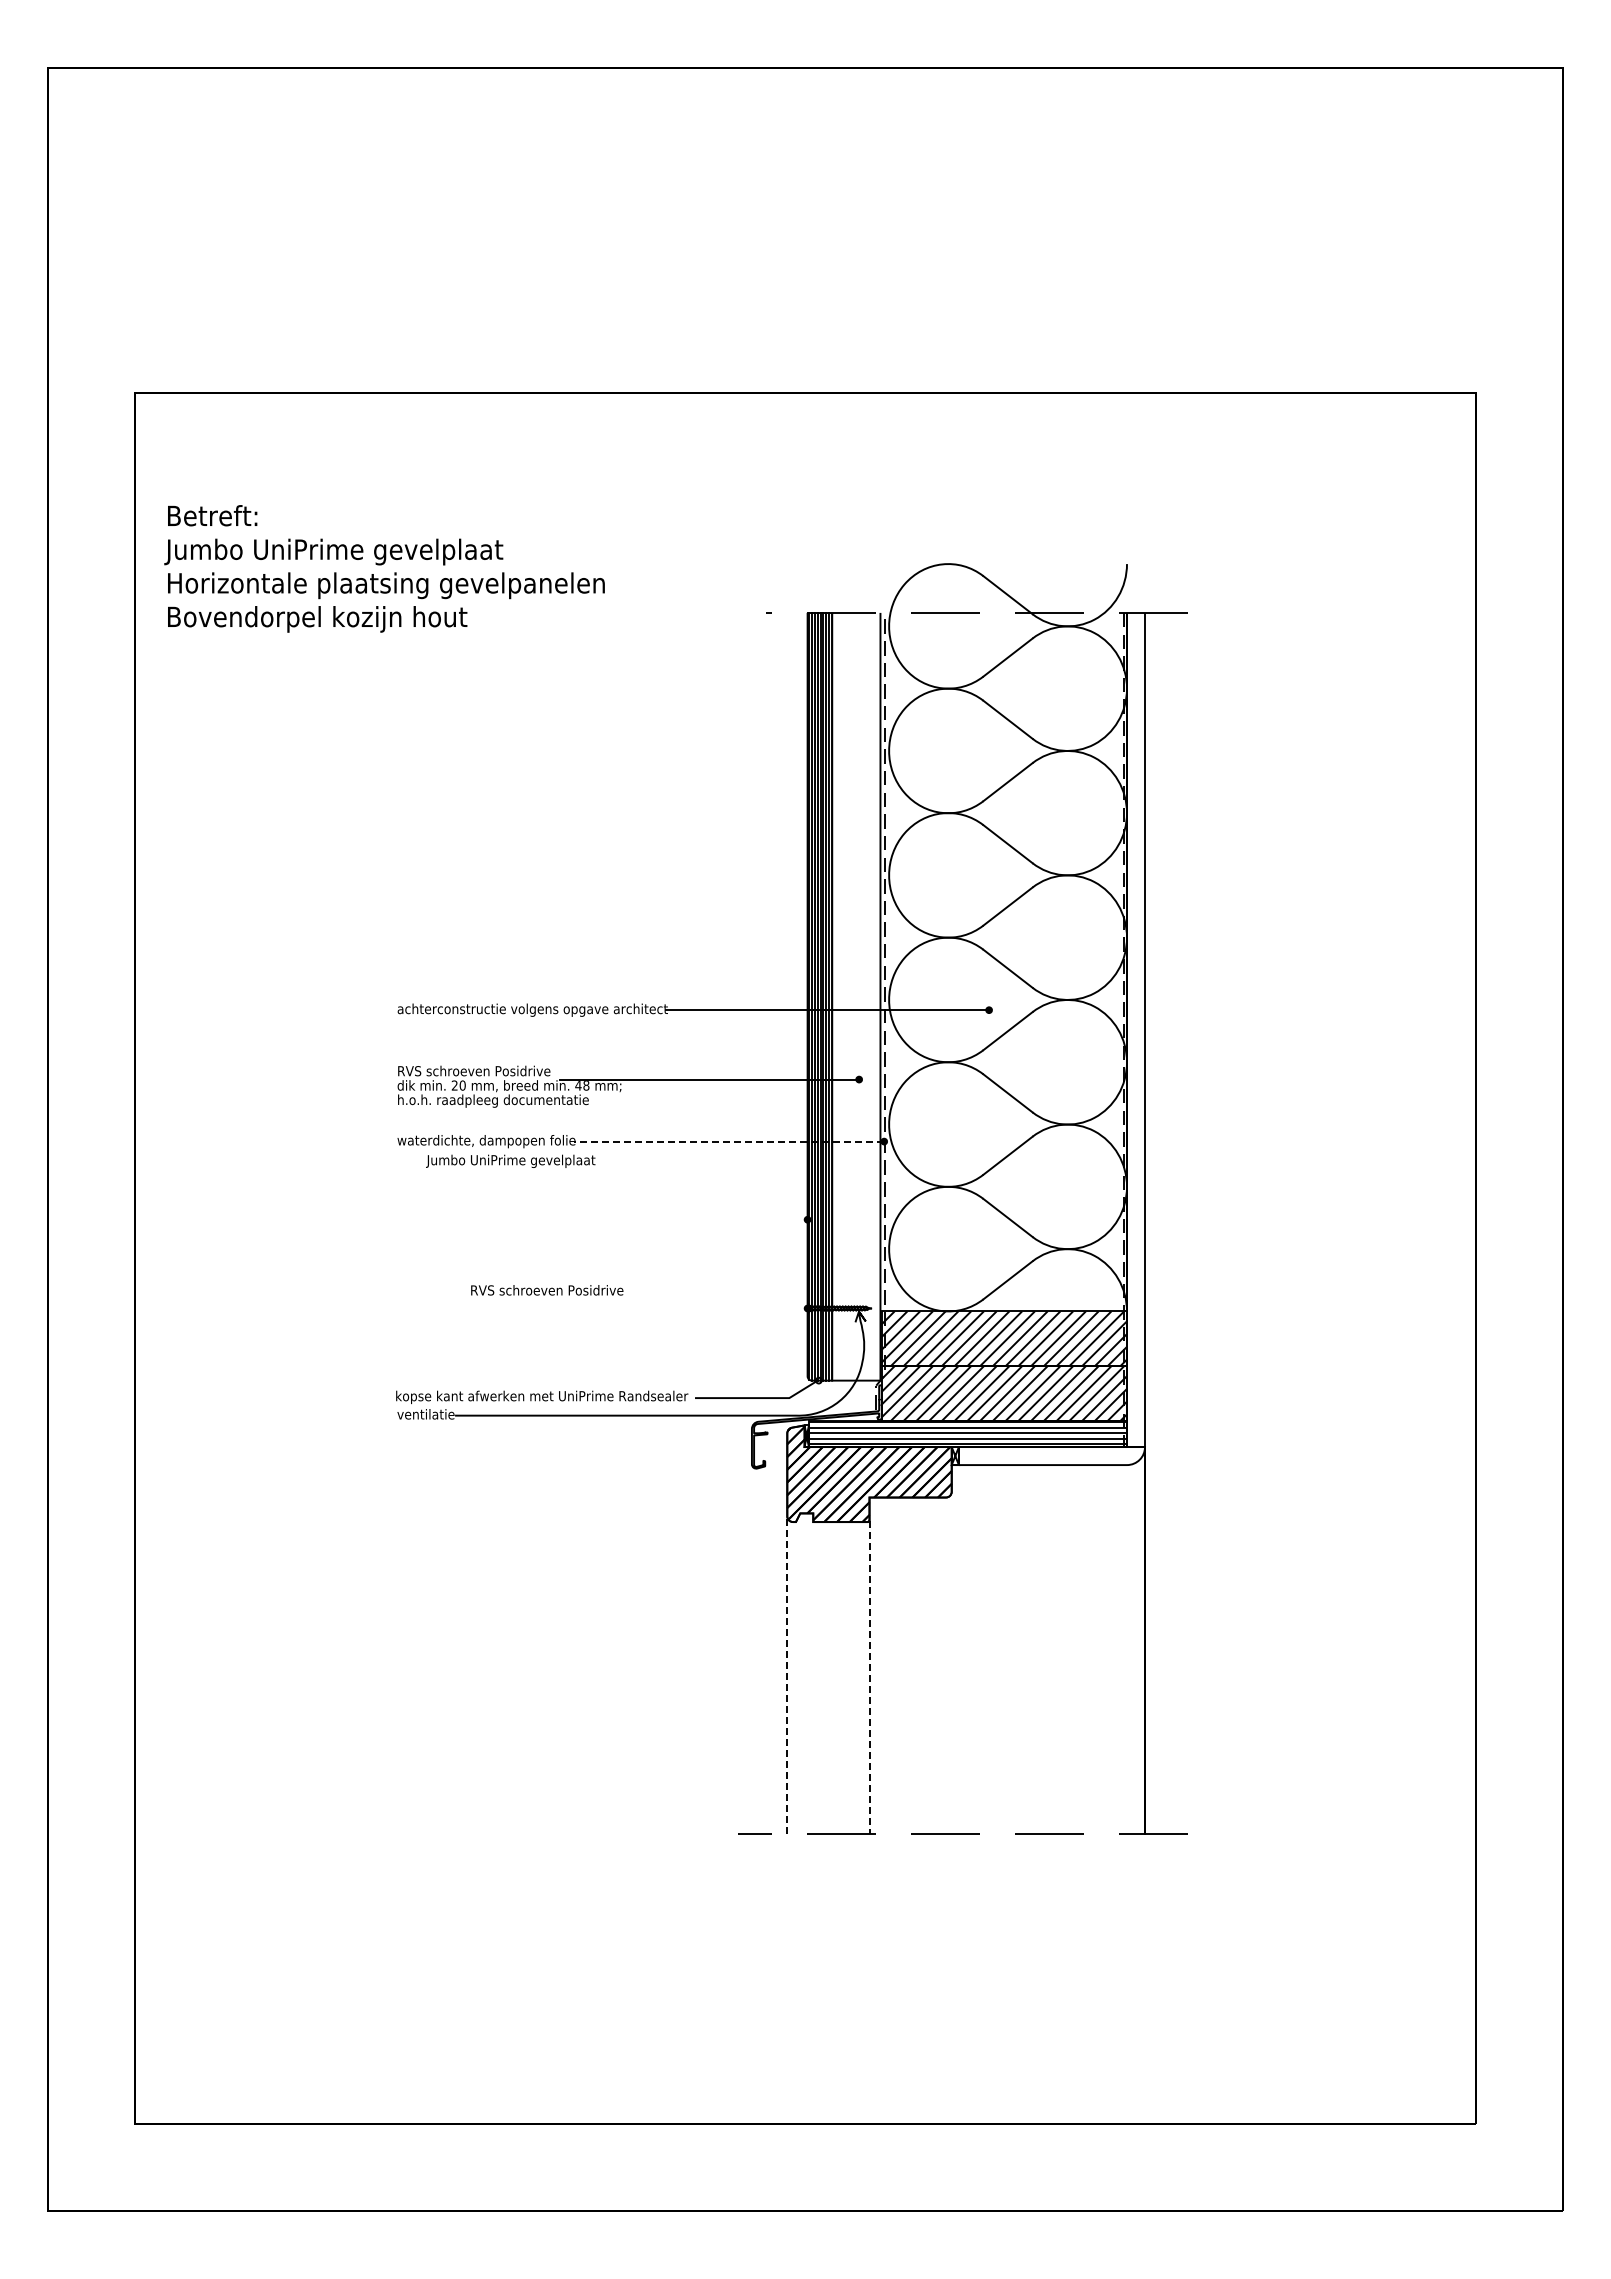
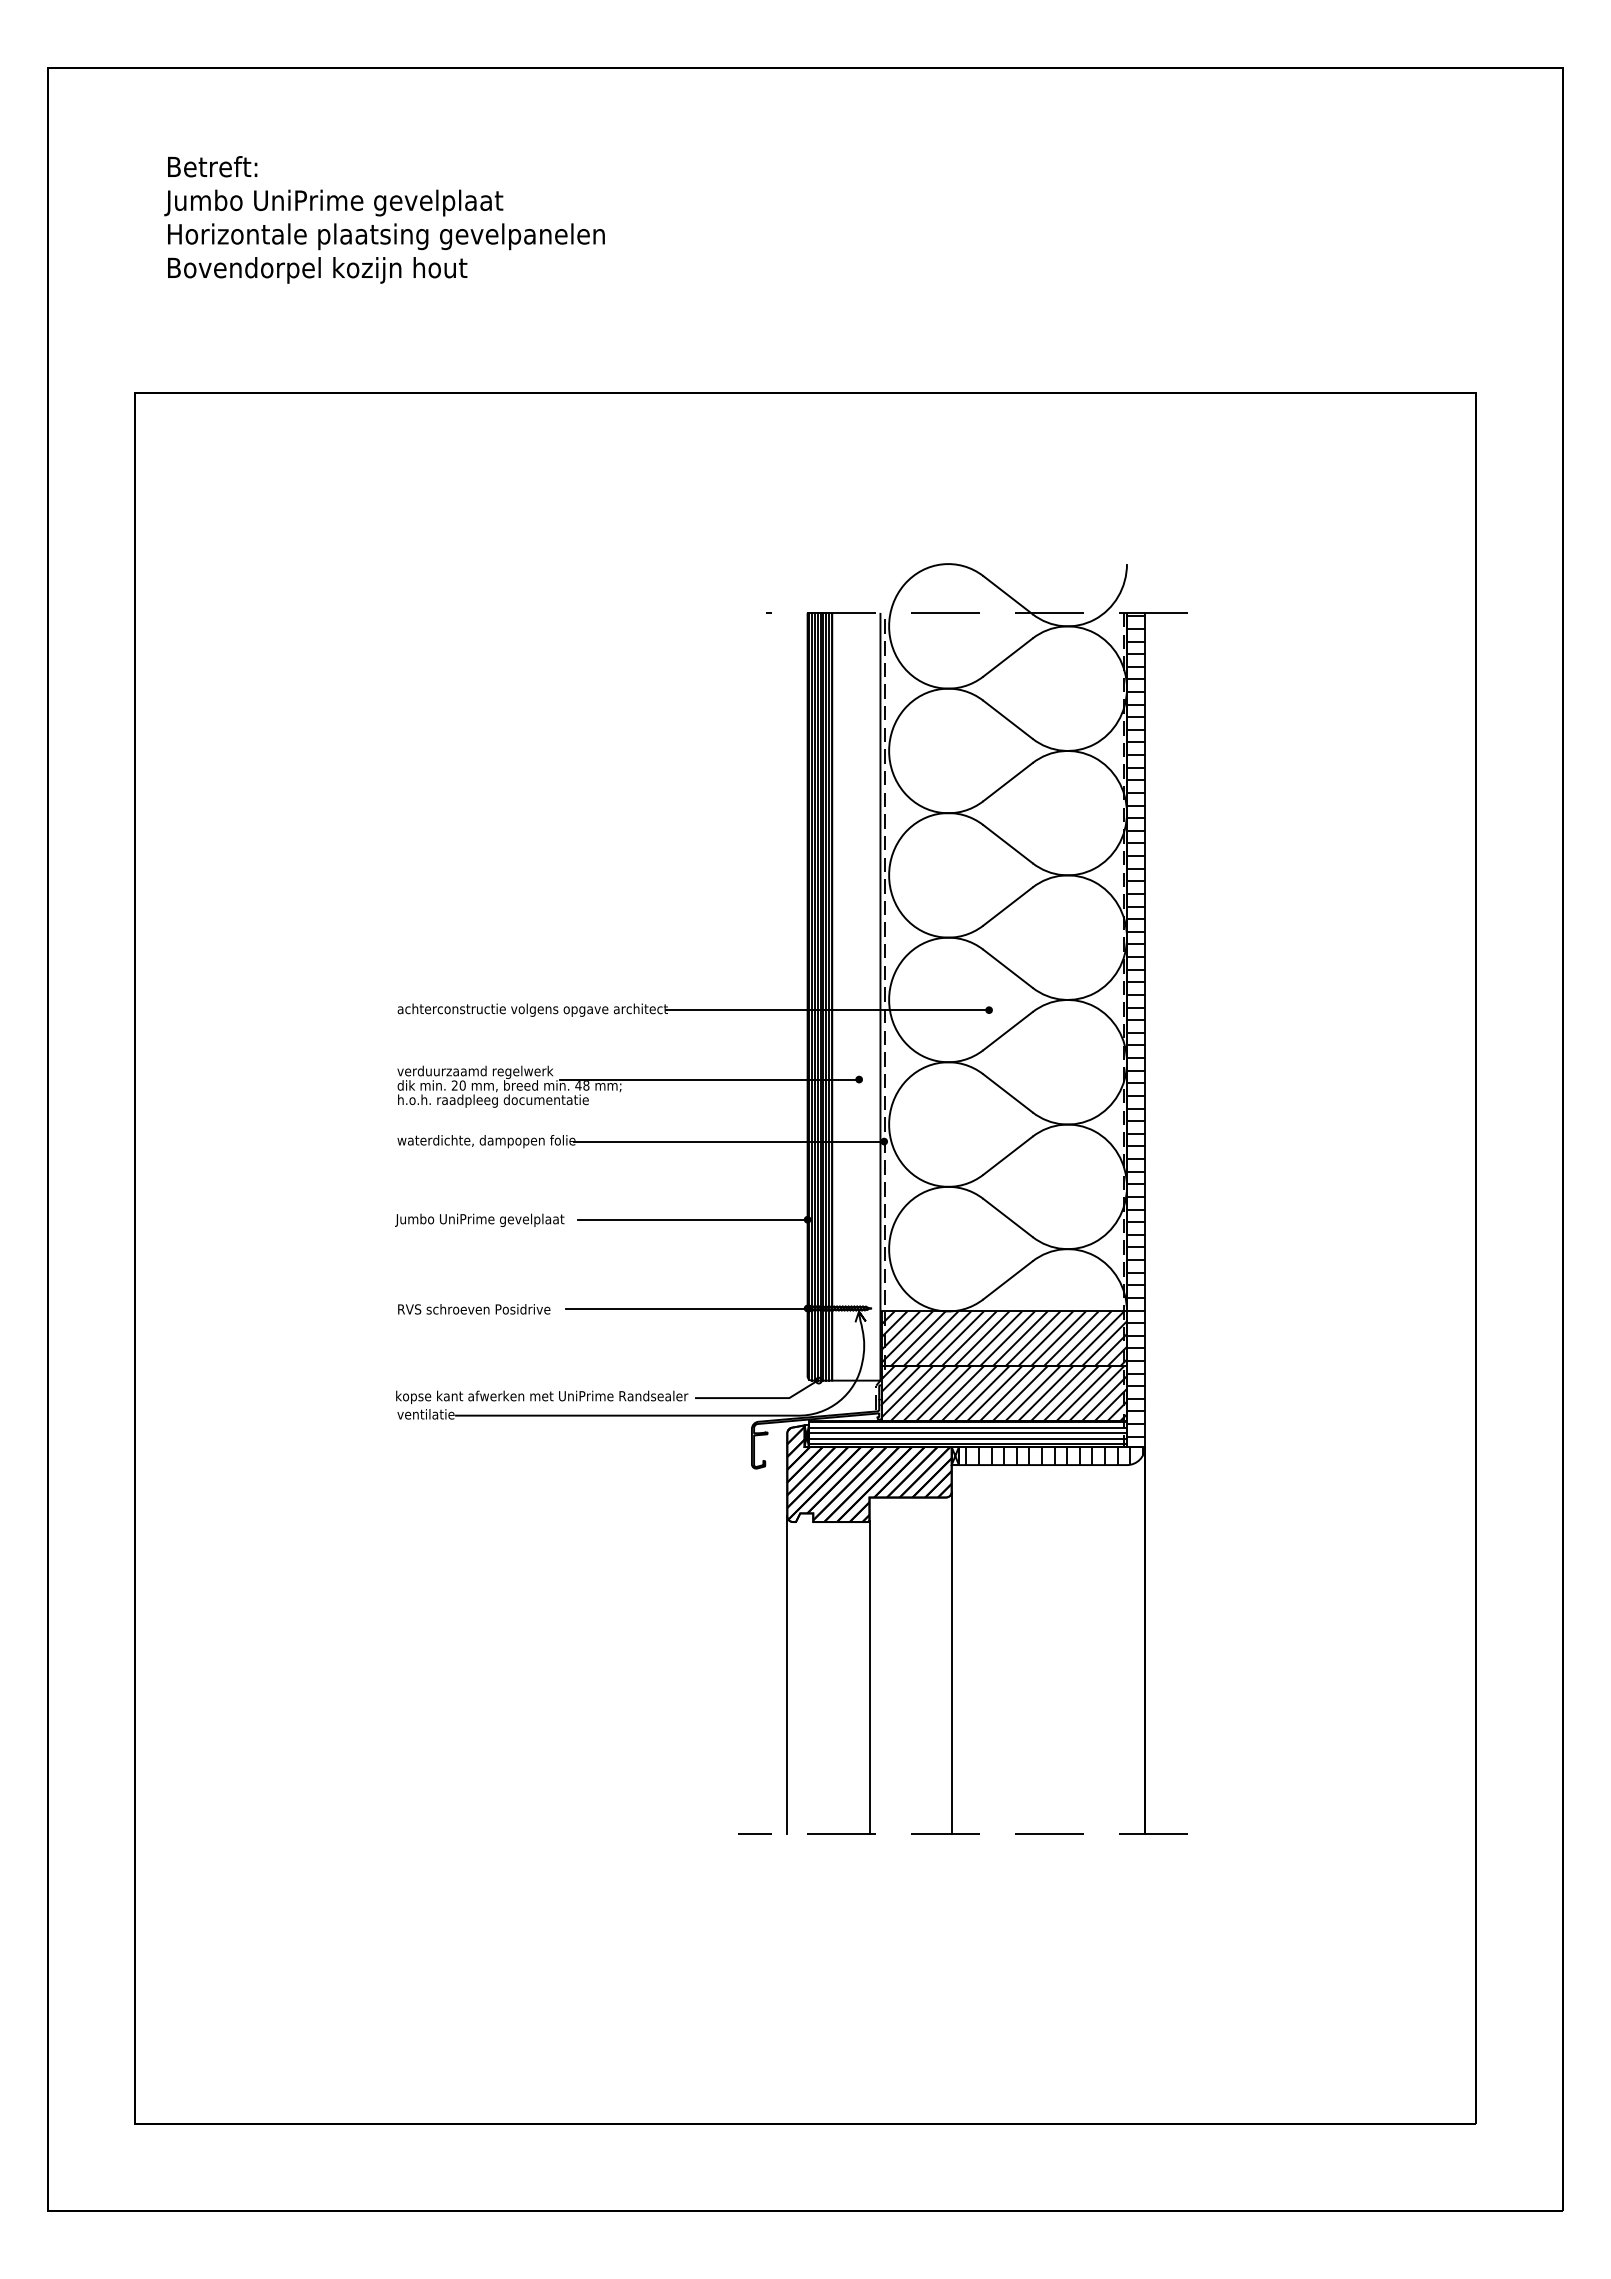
text at (384, 568) position: (384, 568) -> (384, 219)
hatch at (1136, 1026): none -> present
text at (475, 1071): RVS schroeven Posidrive -> verduurzaamd regelwerk
line at (729, 1141): dashed -> solid
text at (510, 1160) position: (510, 1160) -> (479, 1219)
line at (693, 1219): none -> present
text at (547, 1290) position: (547, 1290) -> (474, 1309)
line at (686, 1308): none -> present
hatch at (1054, 1456): none -> present
line at (951, 1662): none -> present
line at (787, 1675): dashed -> solid
line at (869, 1677): dashed -> solid
